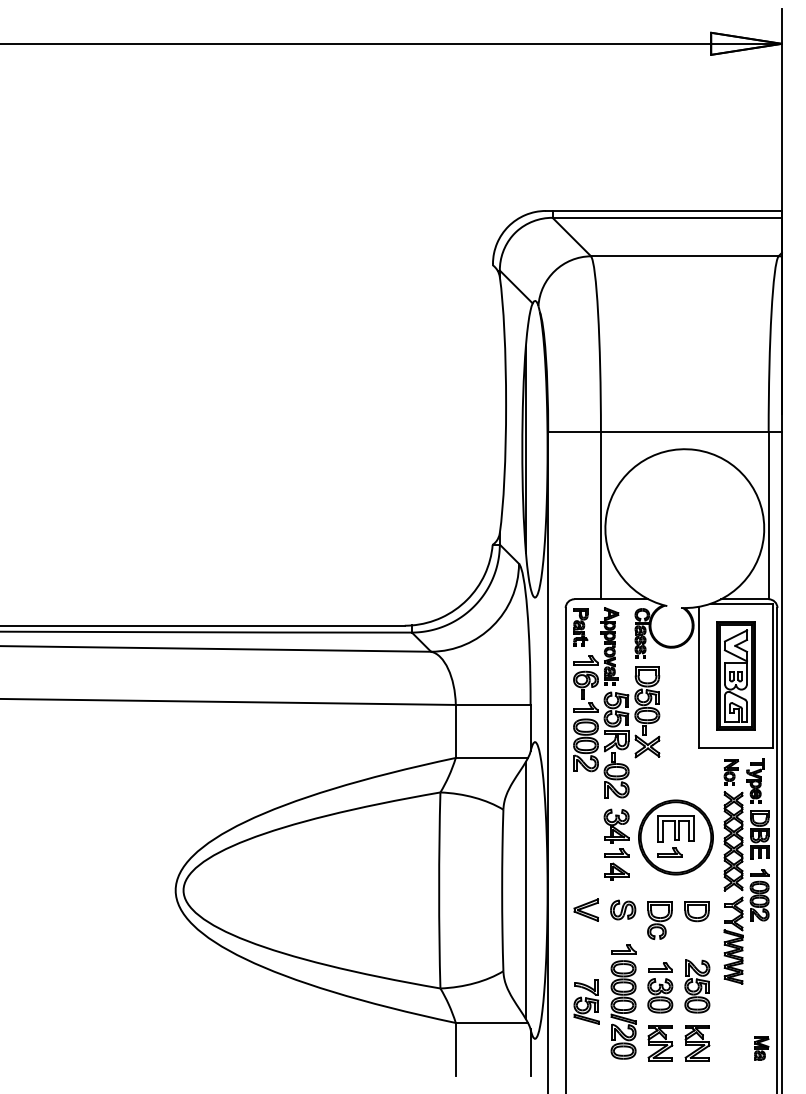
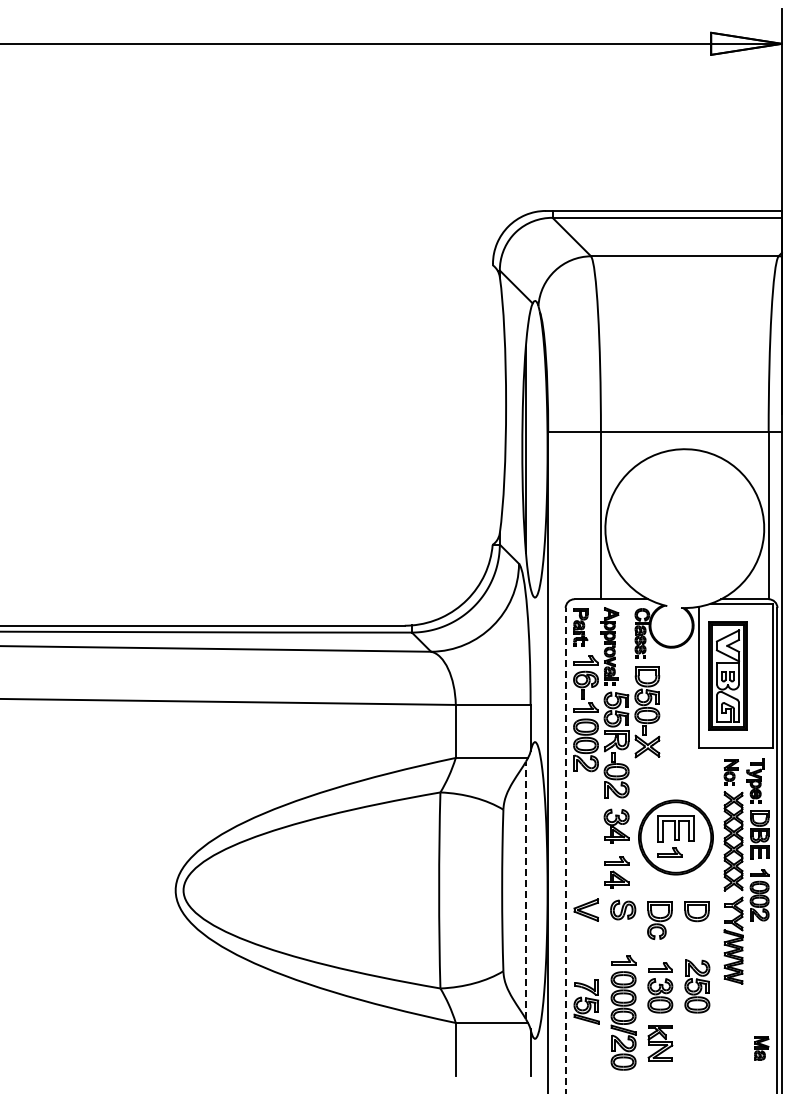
part at (735, 675) position: (735, 675) -> (727, 675)
line at (565, 850): solid -> dashed
part at (616, 864) position: (616, 864) -> (616, 872)
line at (525, 890): solid -> dashed
part at (623, 1001) position: (623, 1001) -> (623, 1012)
part at (697, 1043): present -> none
